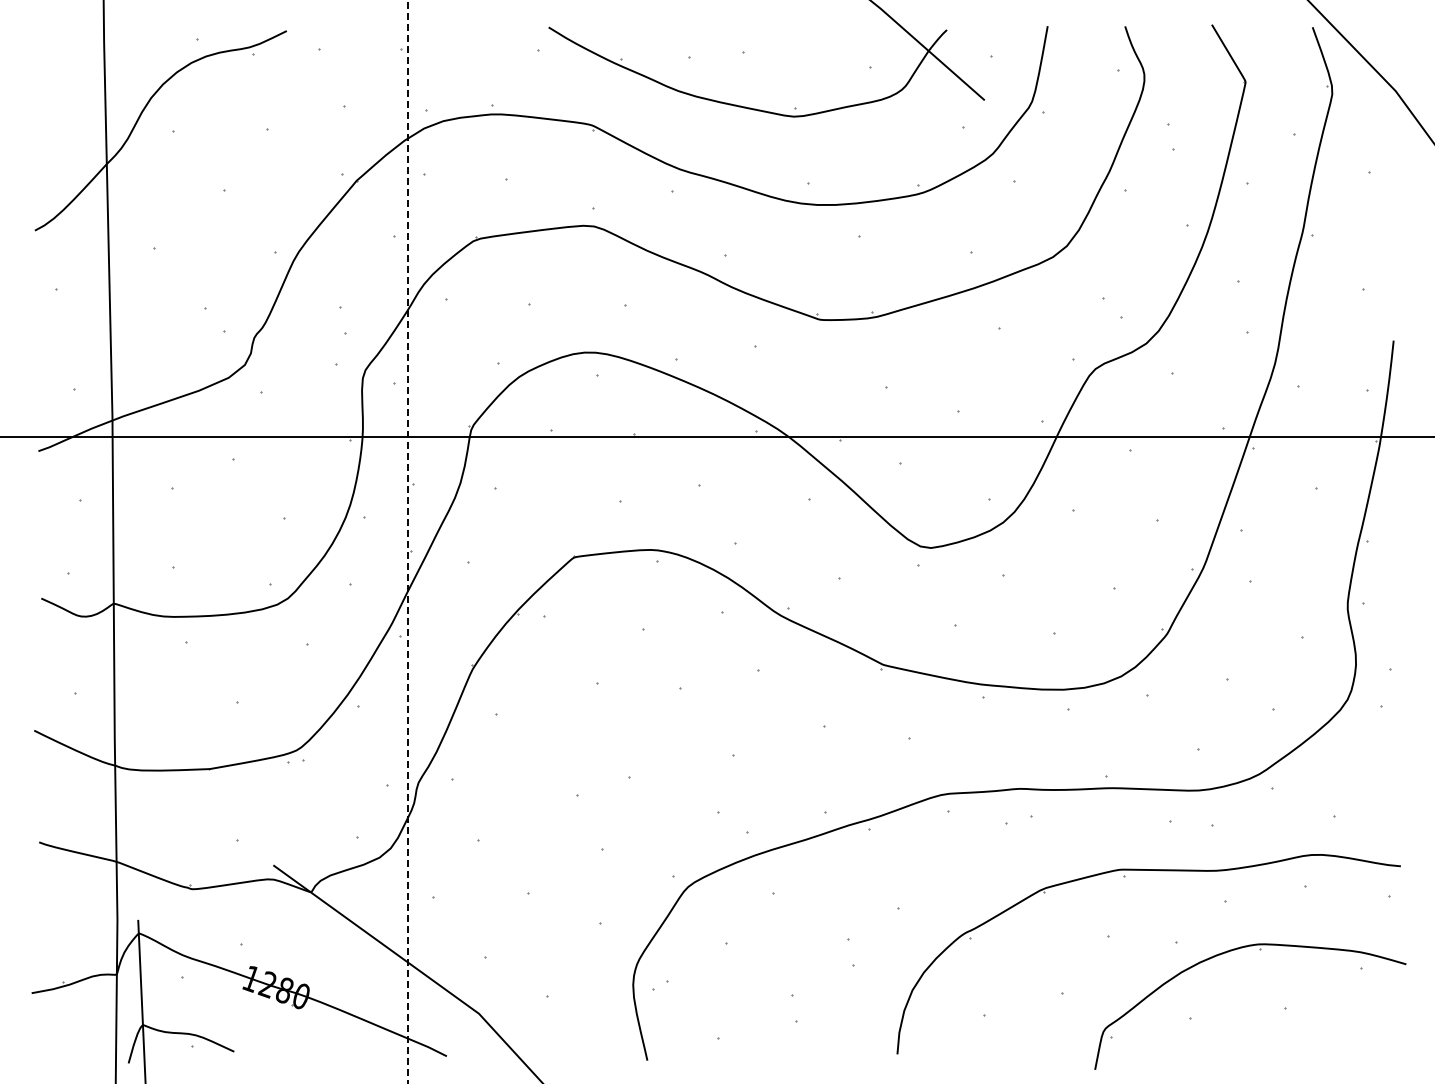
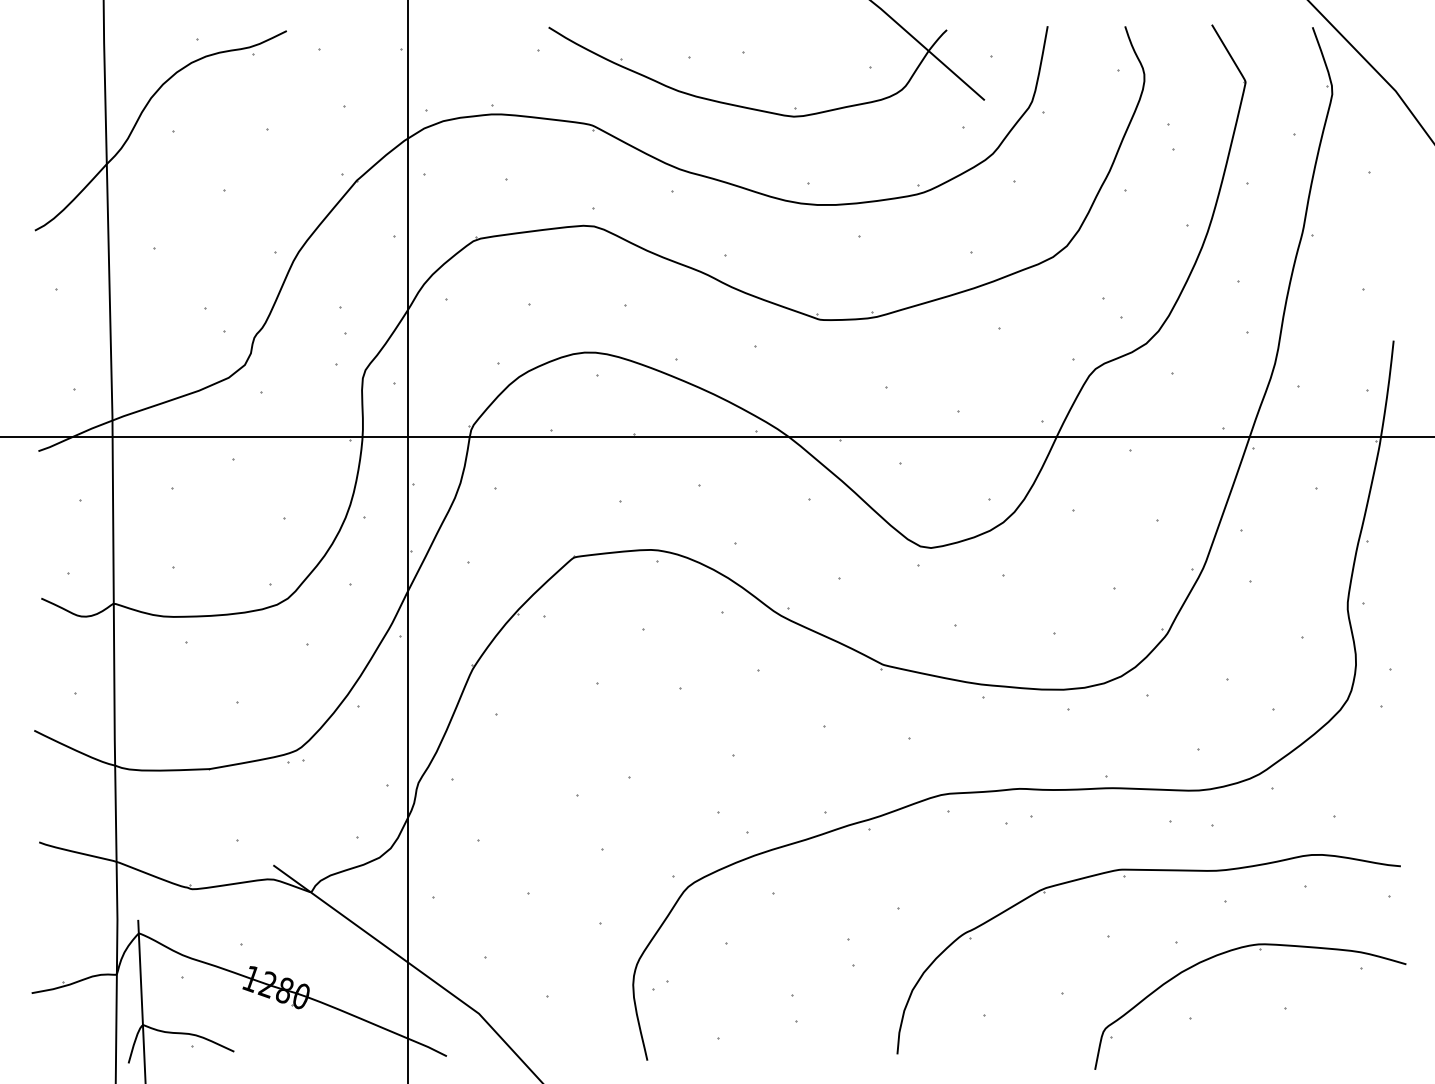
line at (407, 541): dashed -> solid
